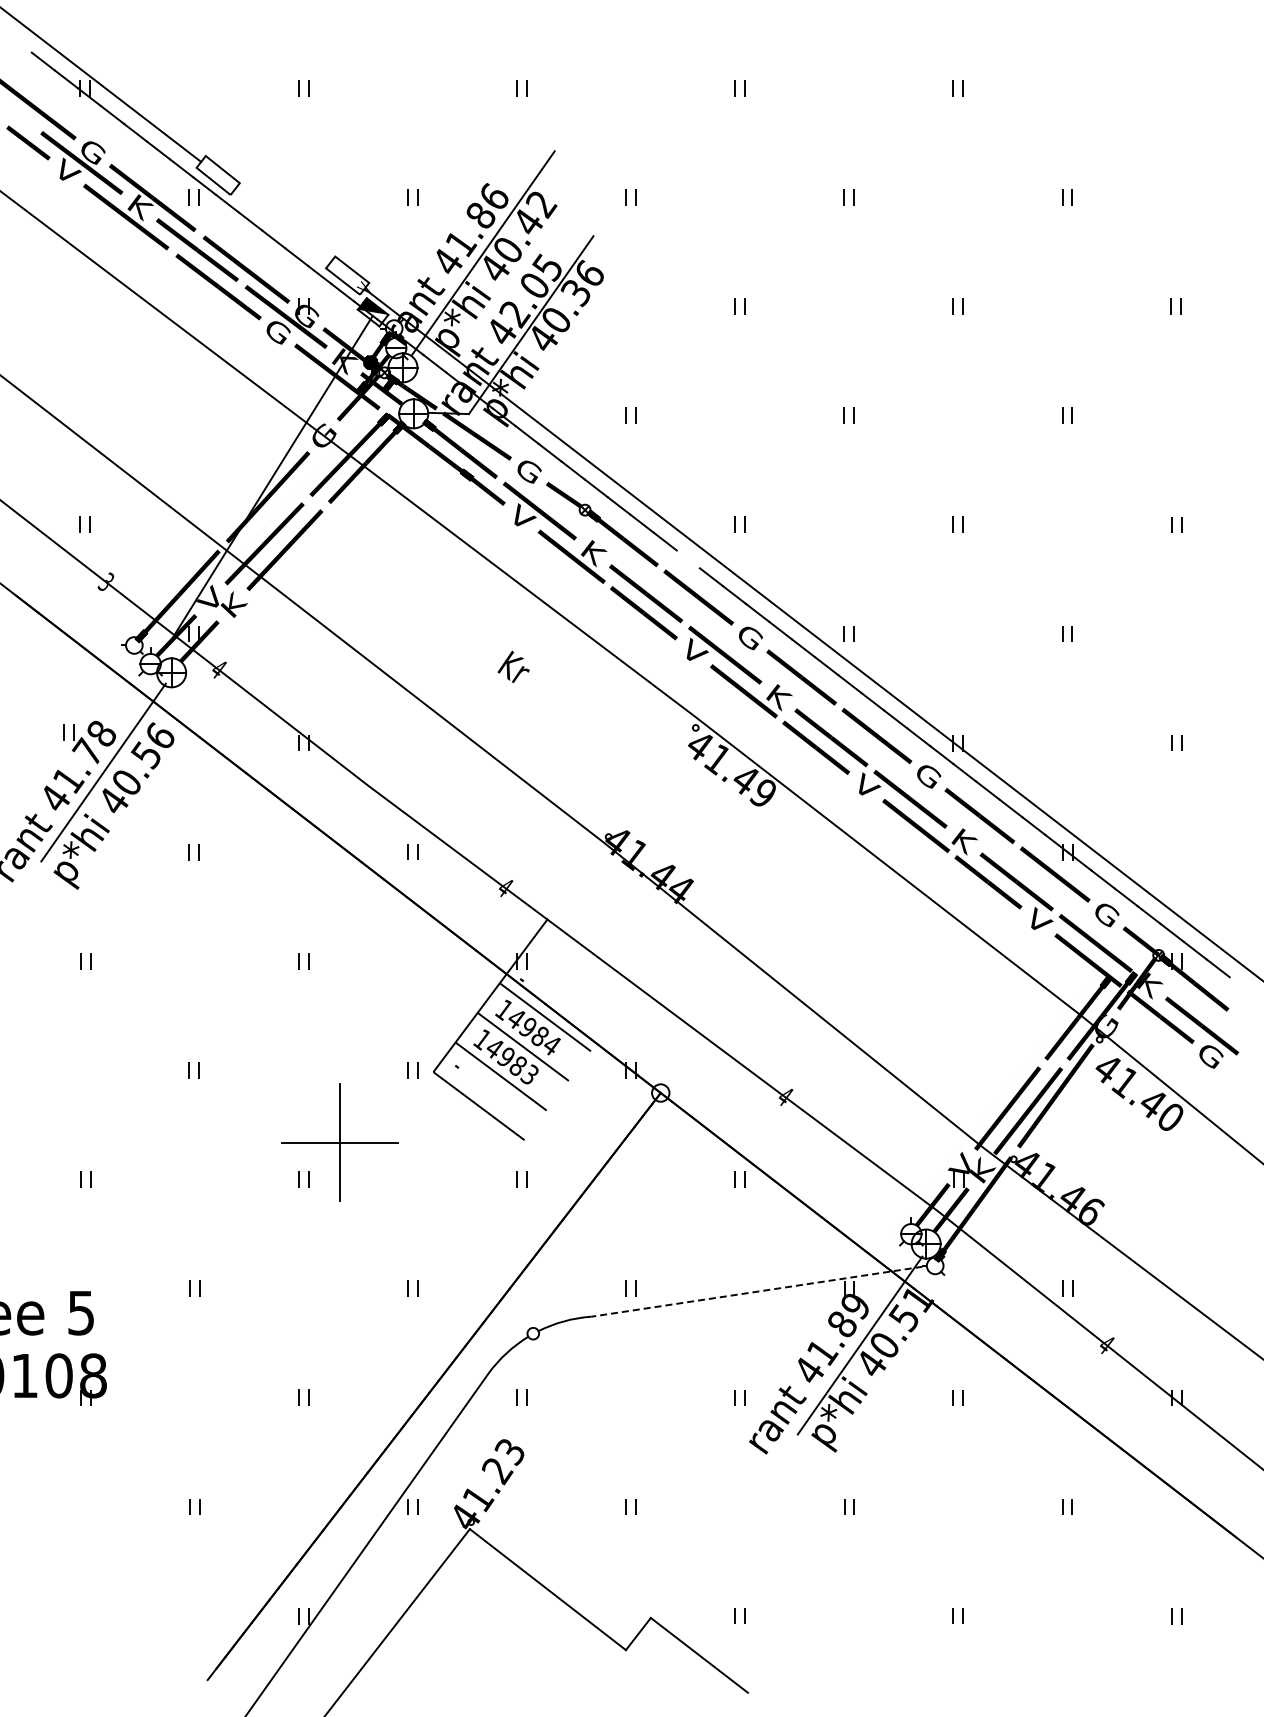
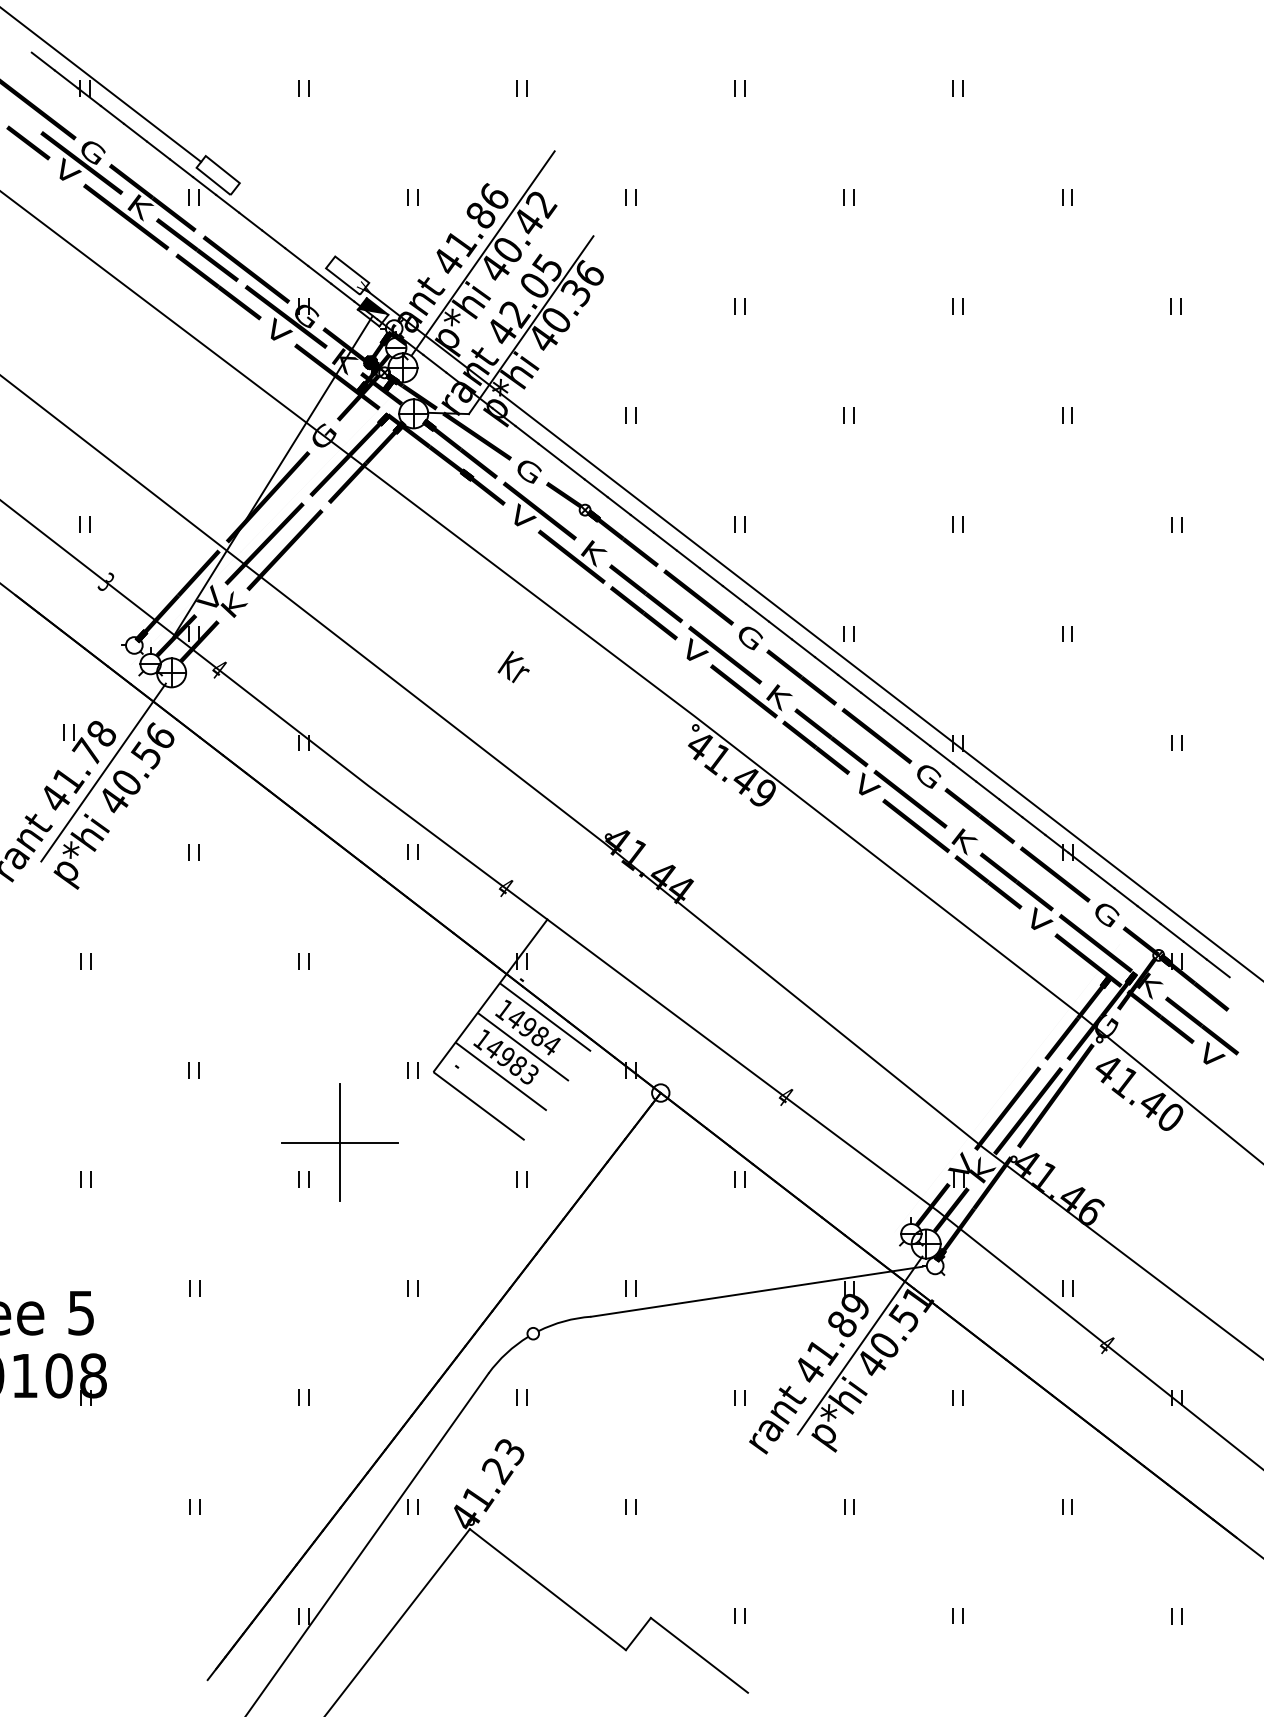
text at (279, 330): G -> V
line at (687, 559): none -> present
text at (1212, 1054): G -> V
line at (756, 1291): dashed -> solid
